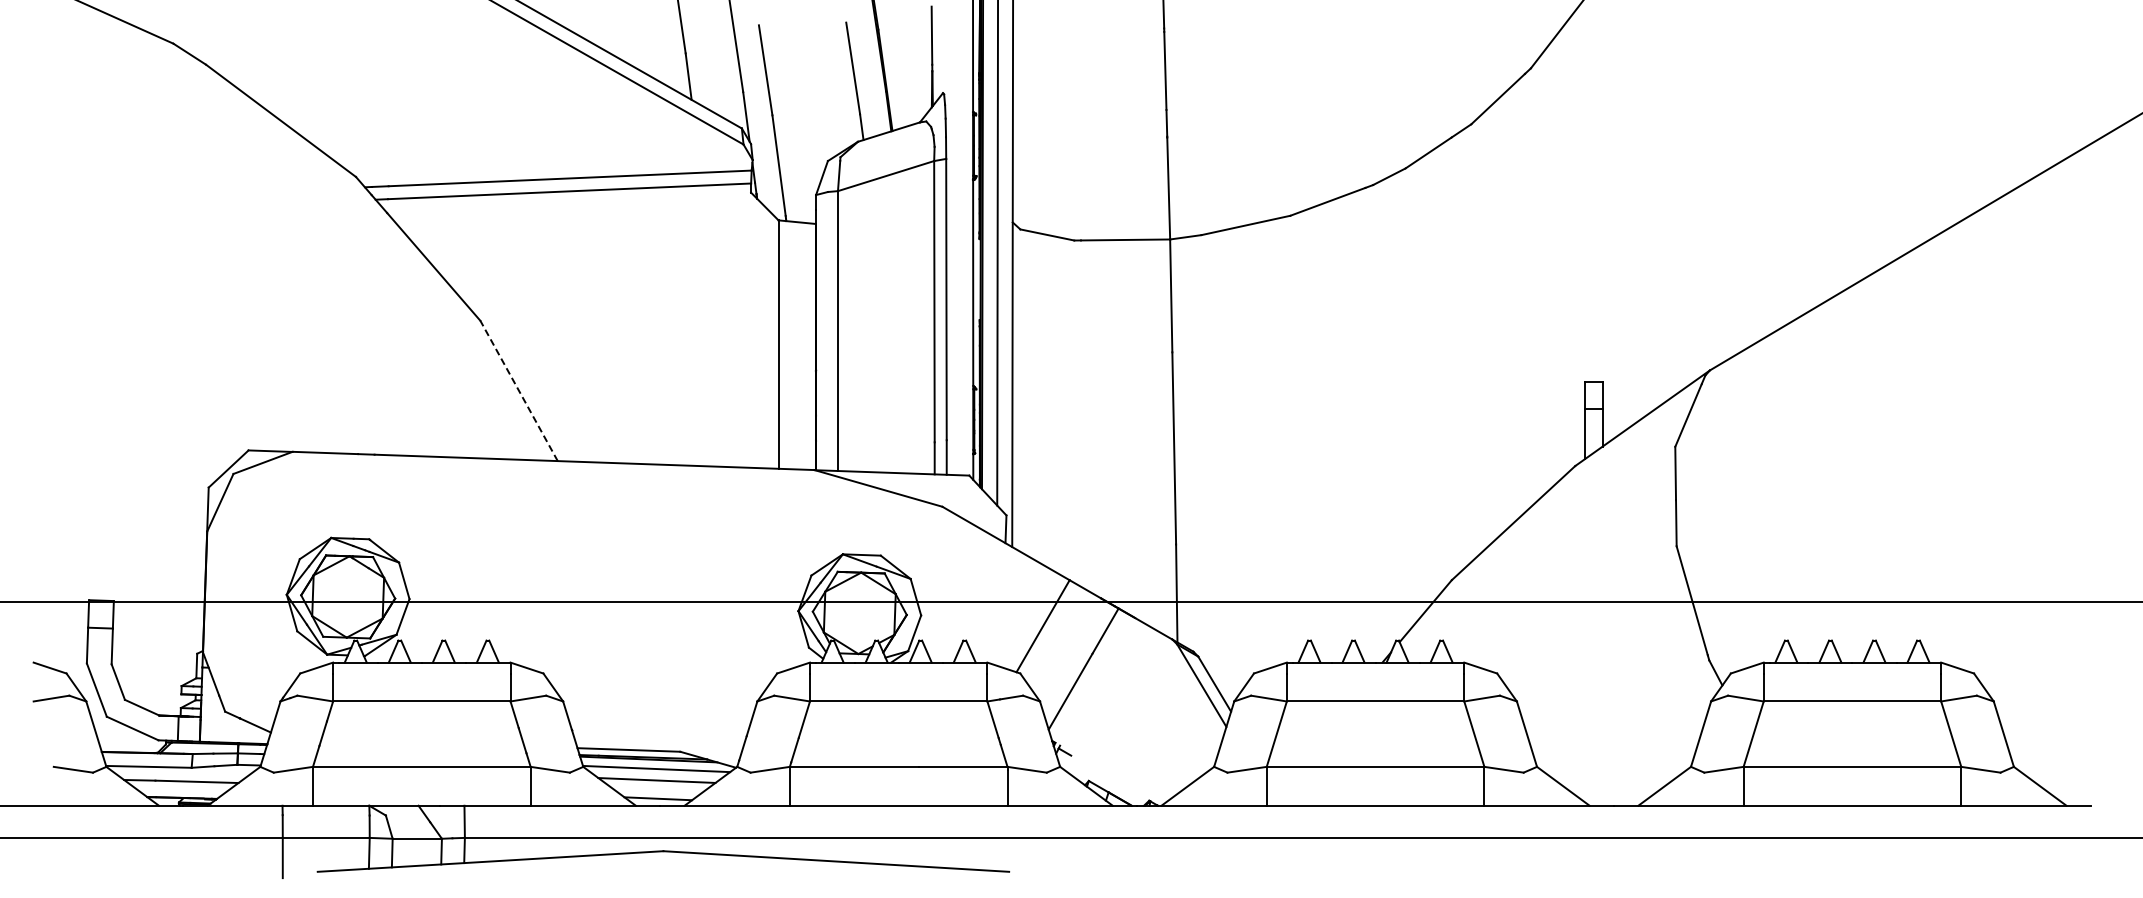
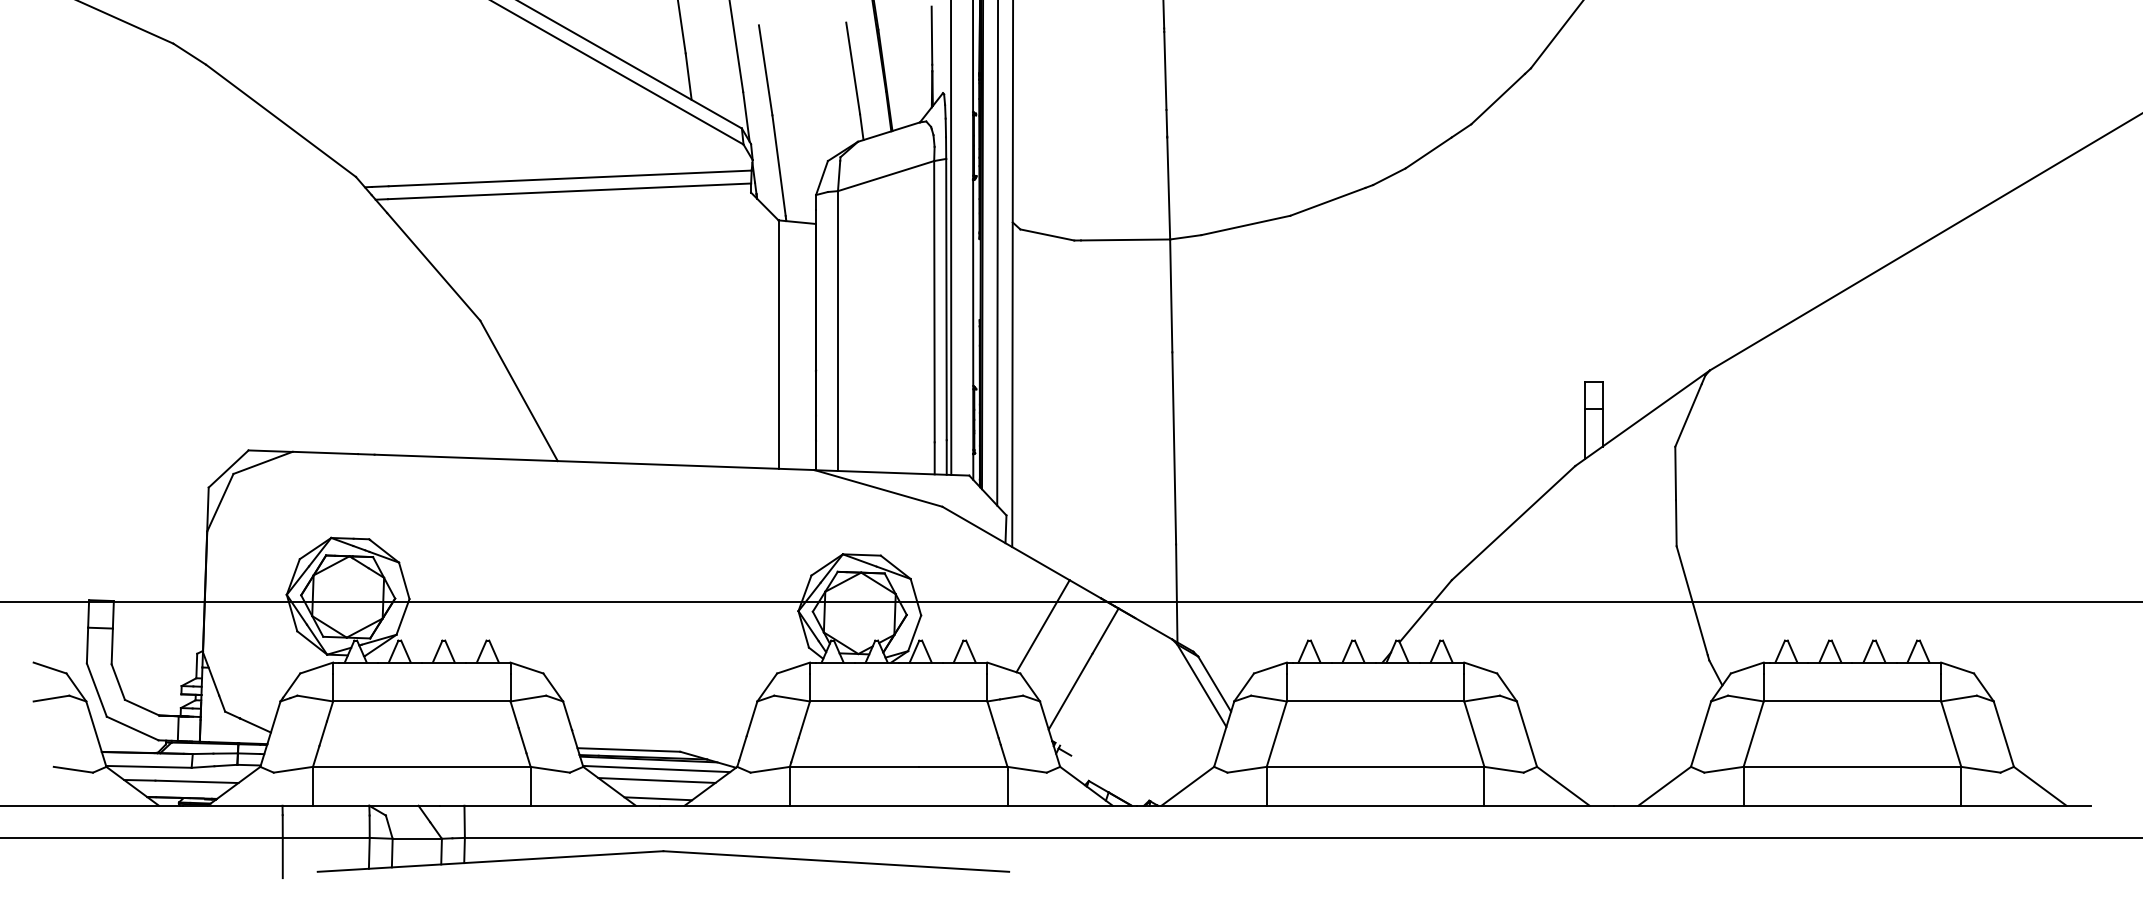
line at (951, 238): none -> present
line at (518, 390): dashed -> solid
